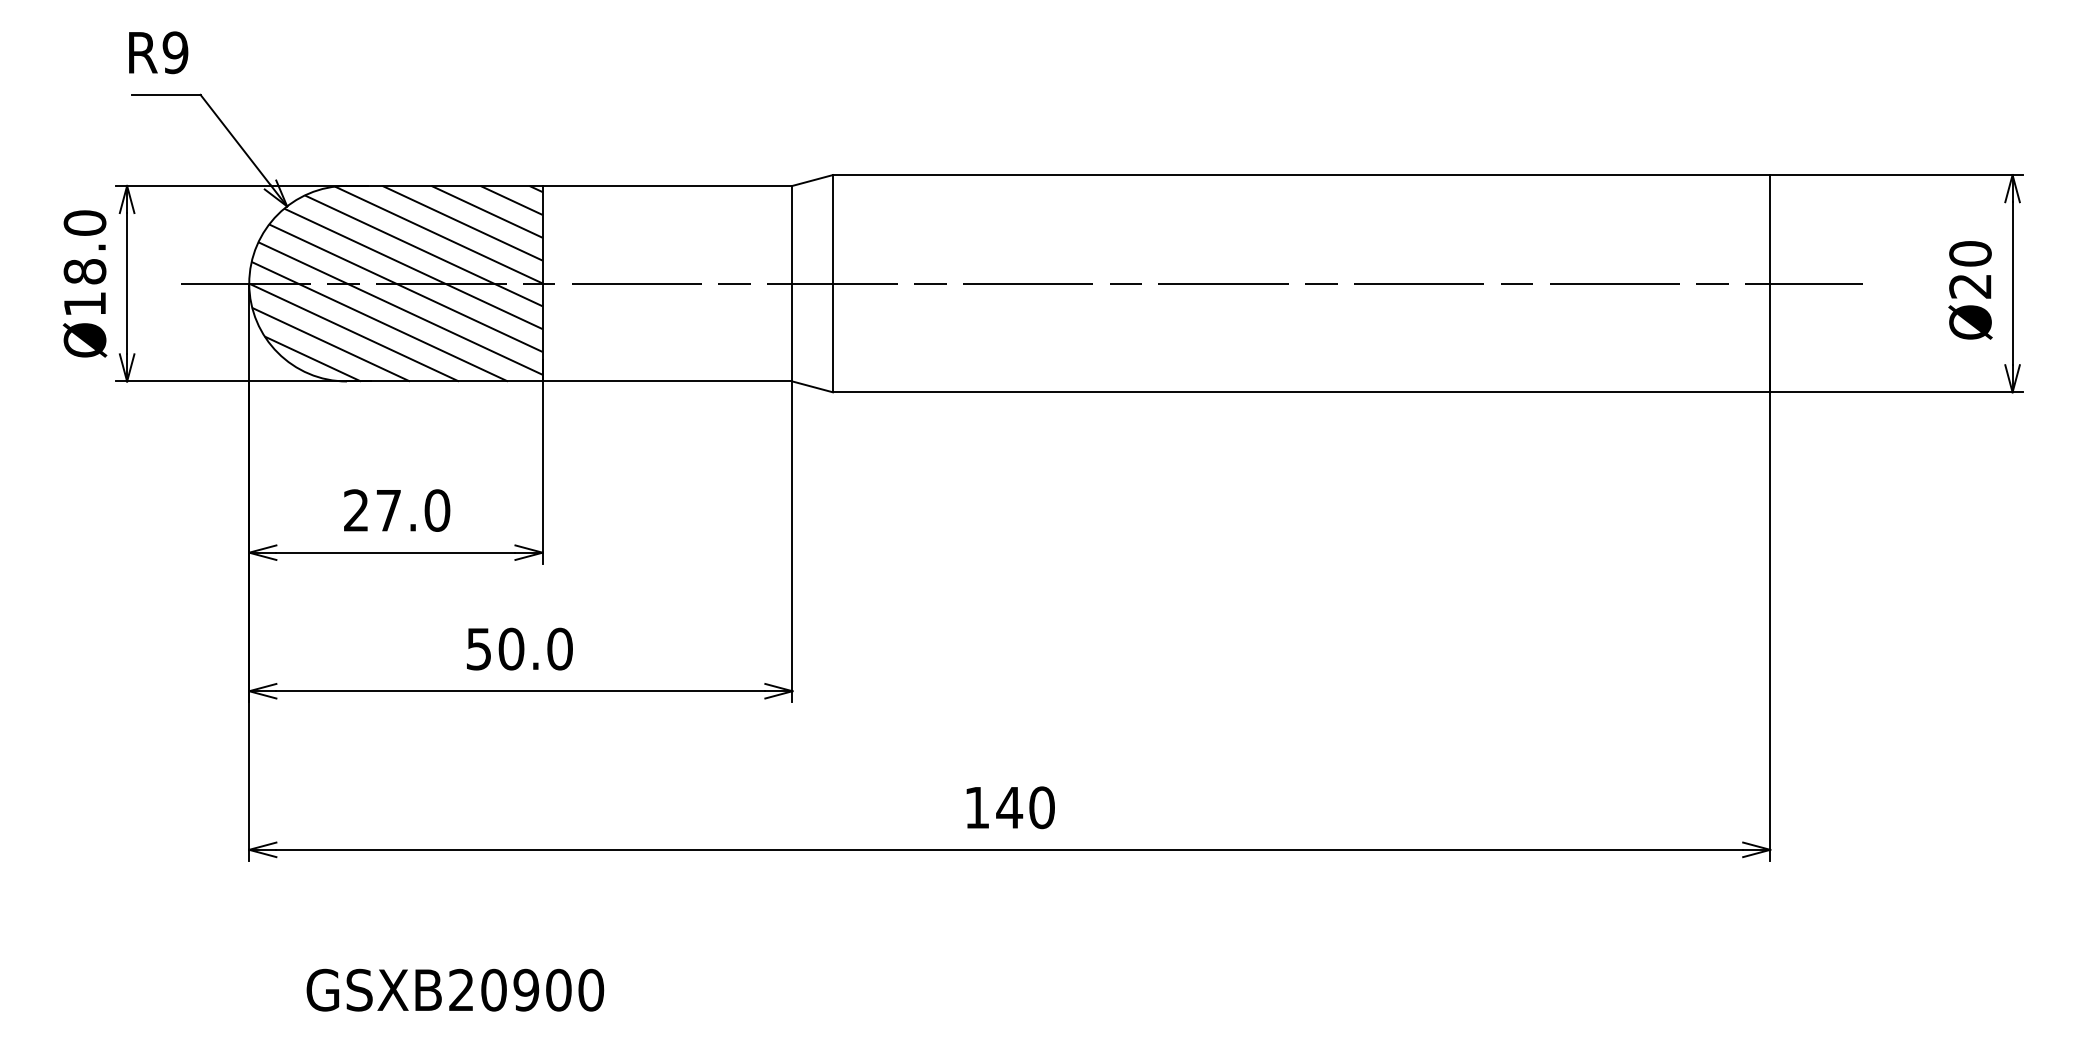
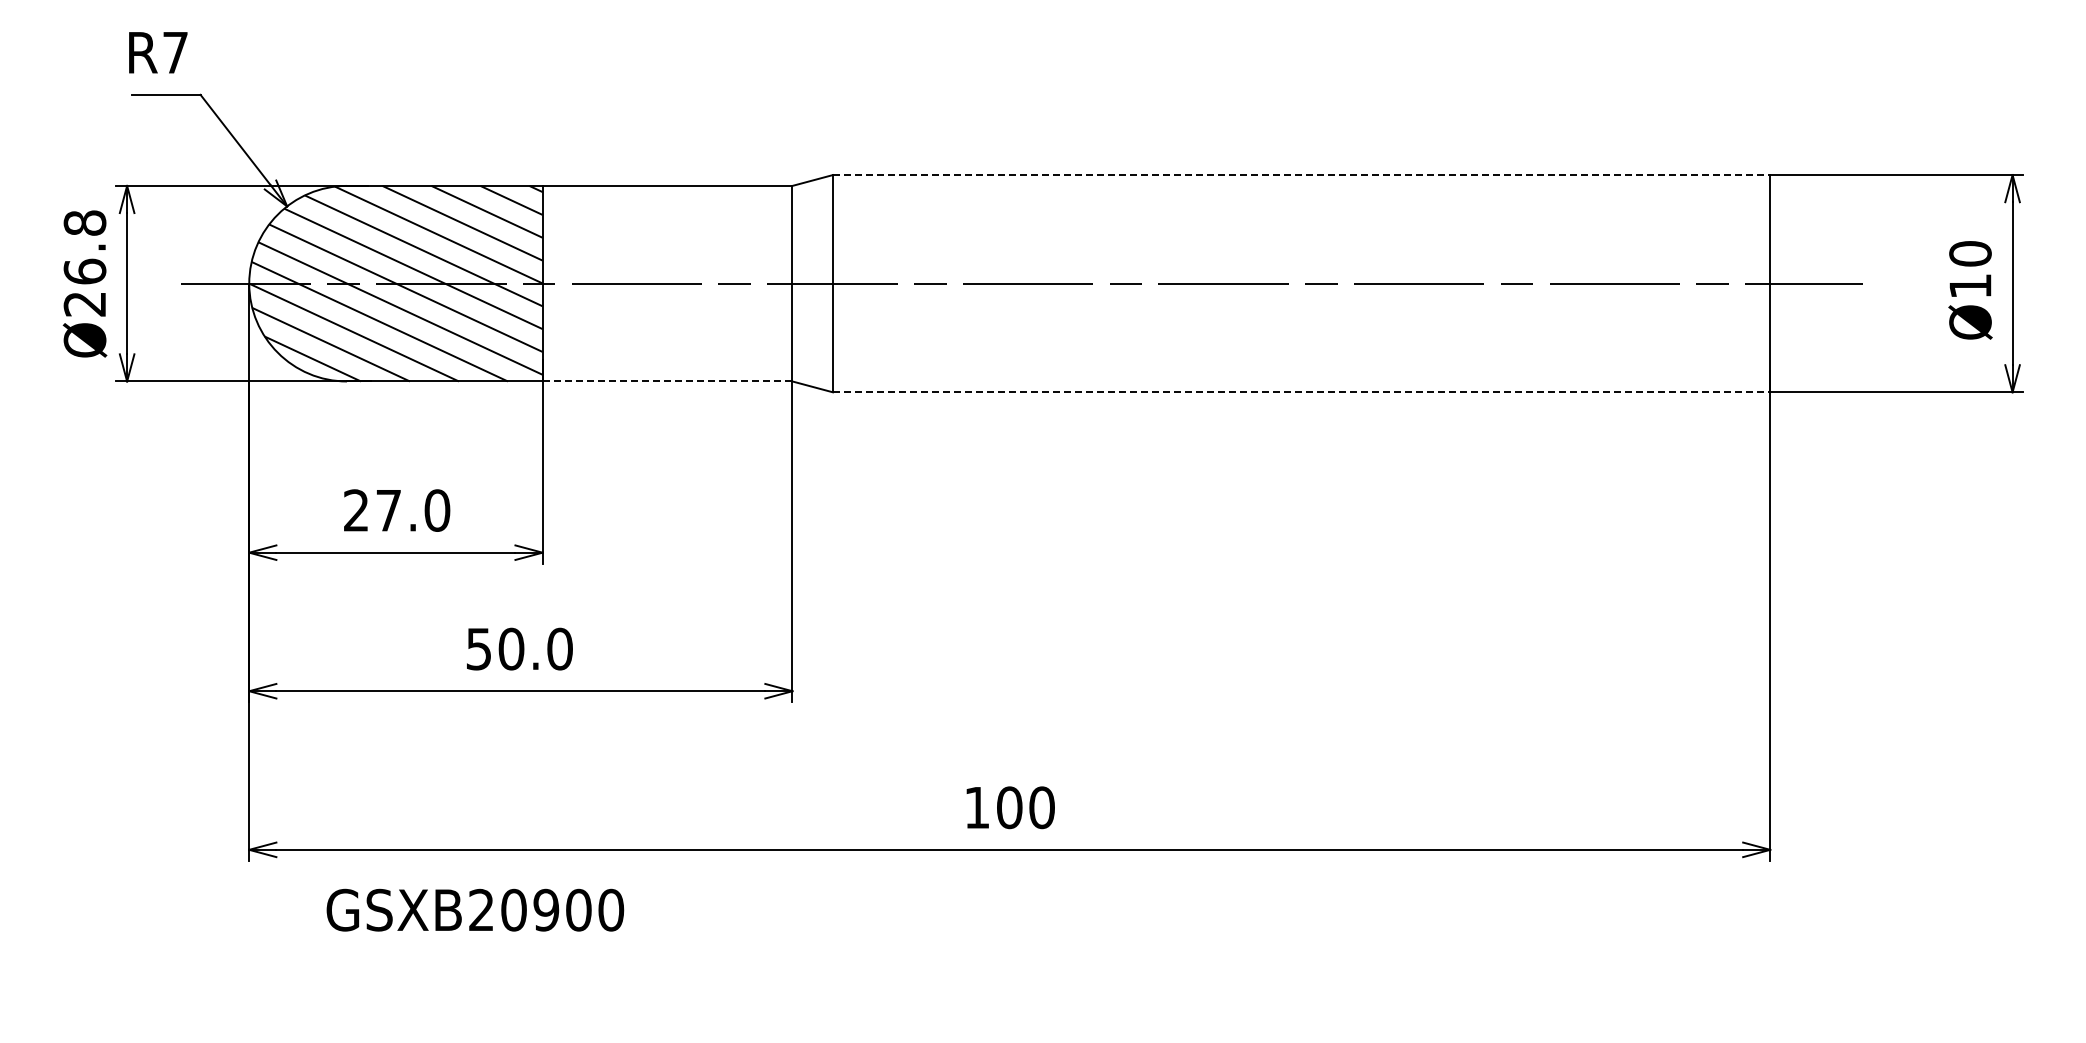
text at (175, 52): R9 -> R7
line at (1301, 175): solid -> dashed
text at (84, 263): Ø18.0 -> Ø26.8
text at (1970, 286): Ø20 -> Ø10
line at (667, 381): solid -> dashed
line at (1301, 392): solid -> dashed
text at (1009, 807): 140 -> 100
text at (455, 989) position: (455, 989) -> (475, 909)
